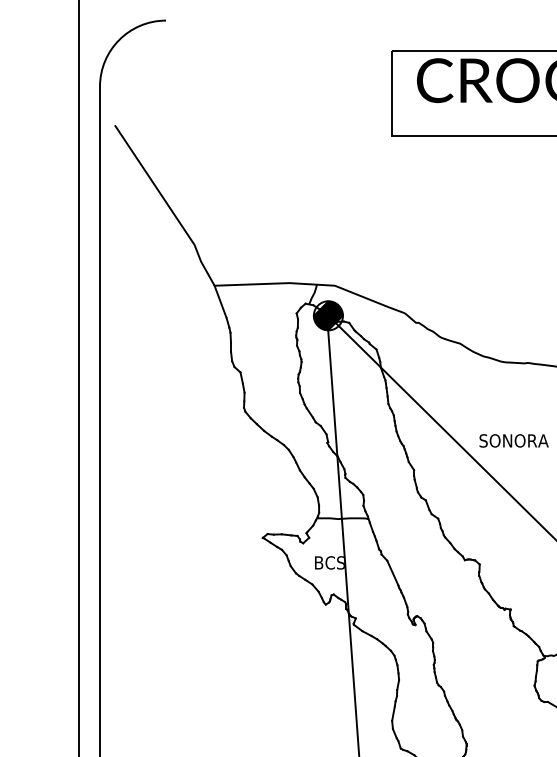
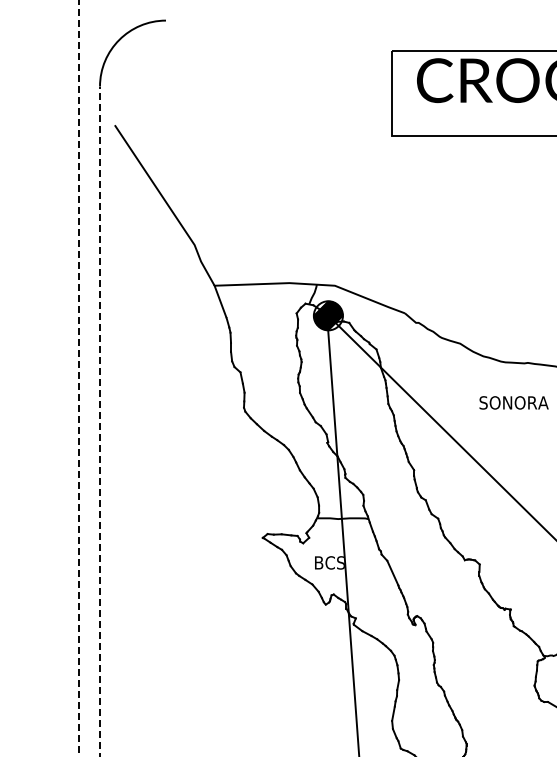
line at (79, 378): solid -> dashed
line at (100, 421): solid -> dashed
text at (513, 440) position: (513, 440) -> (513, 402)
